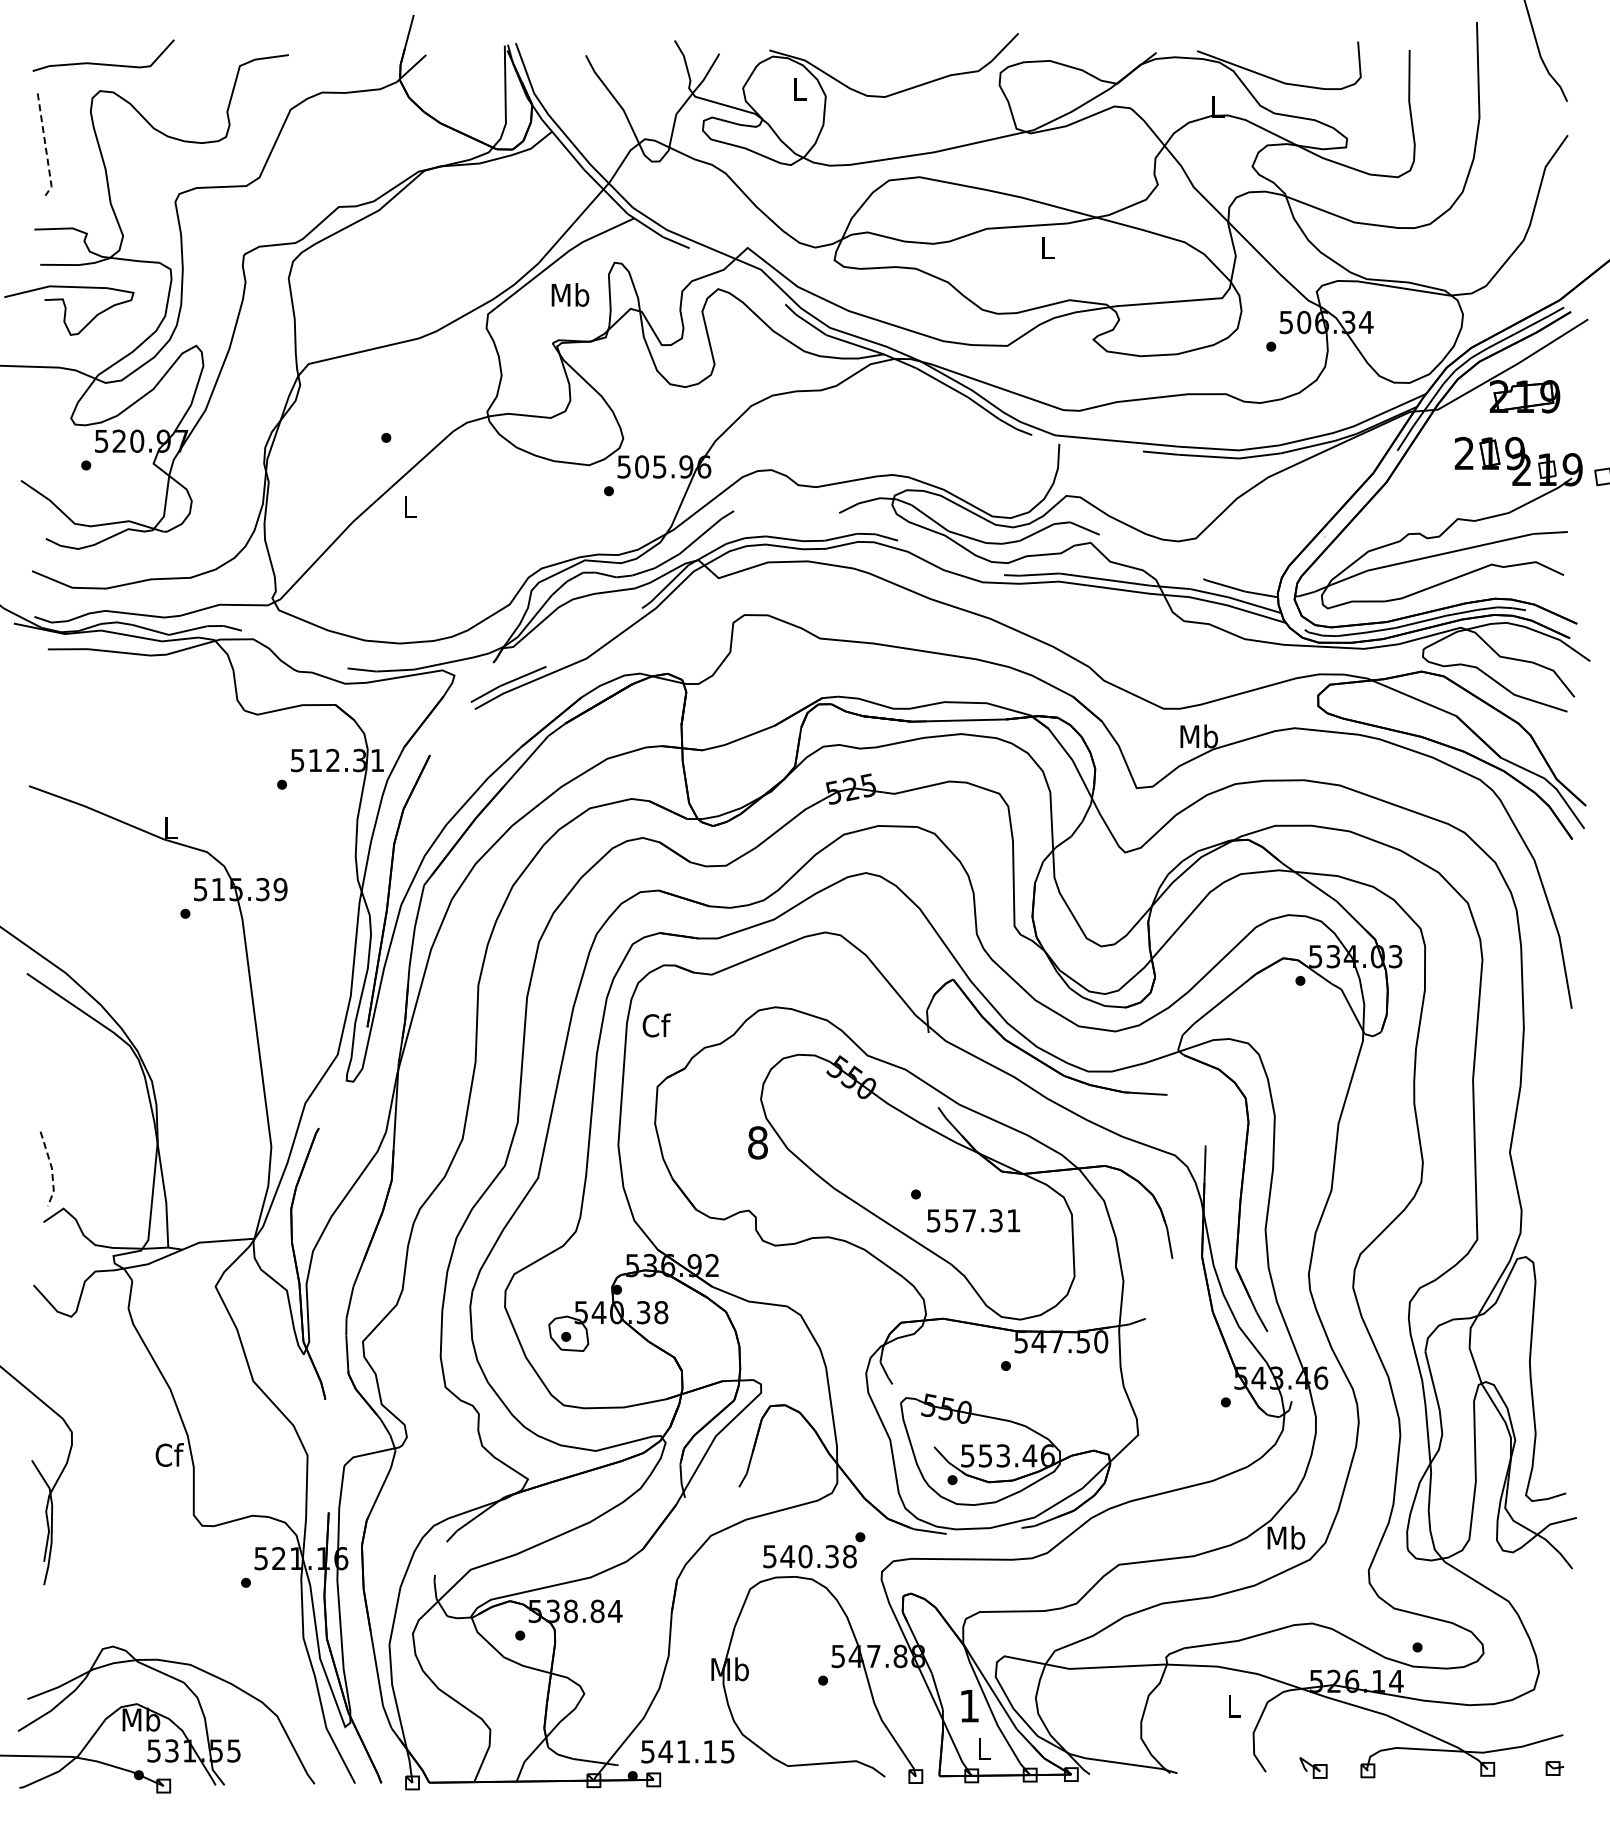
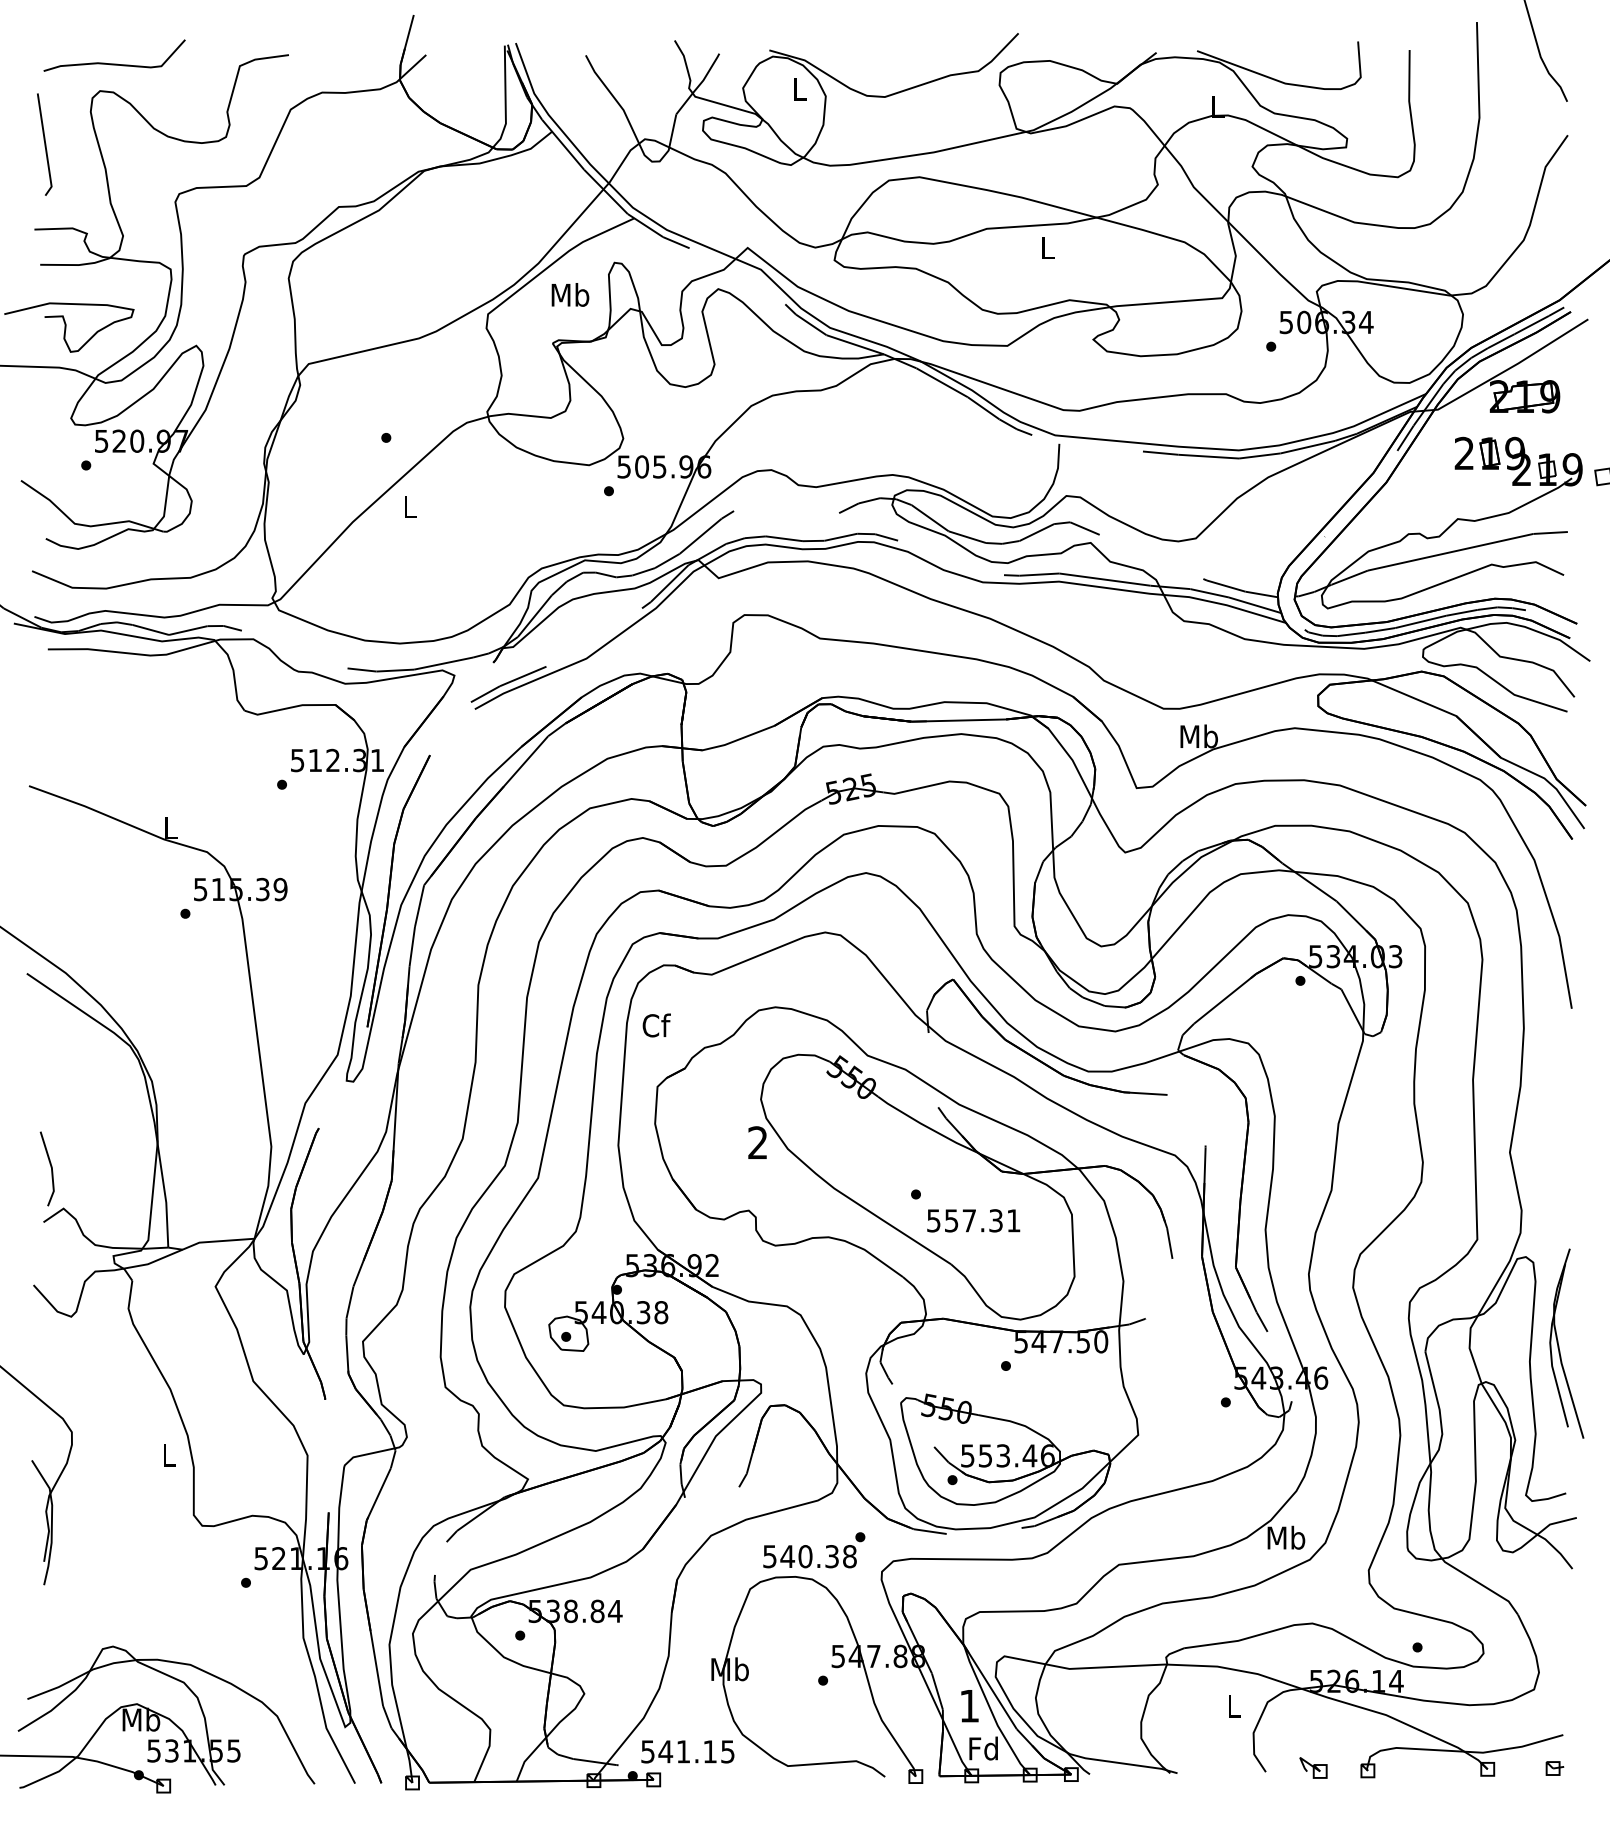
curve at (103, 63) position: (103, 63) -> (114, 63)
line at (45, 146): dashed -> solid
curve at (66, 310) position: (66, 310) -> (66, 327)
text at (757, 1142): 8 -> 2
line at (52, 1169): dashed -> solid
part at (1559, 1345): none -> present
text at (169, 1454): Cf -> L
text at (983, 1748): L -> Fd
